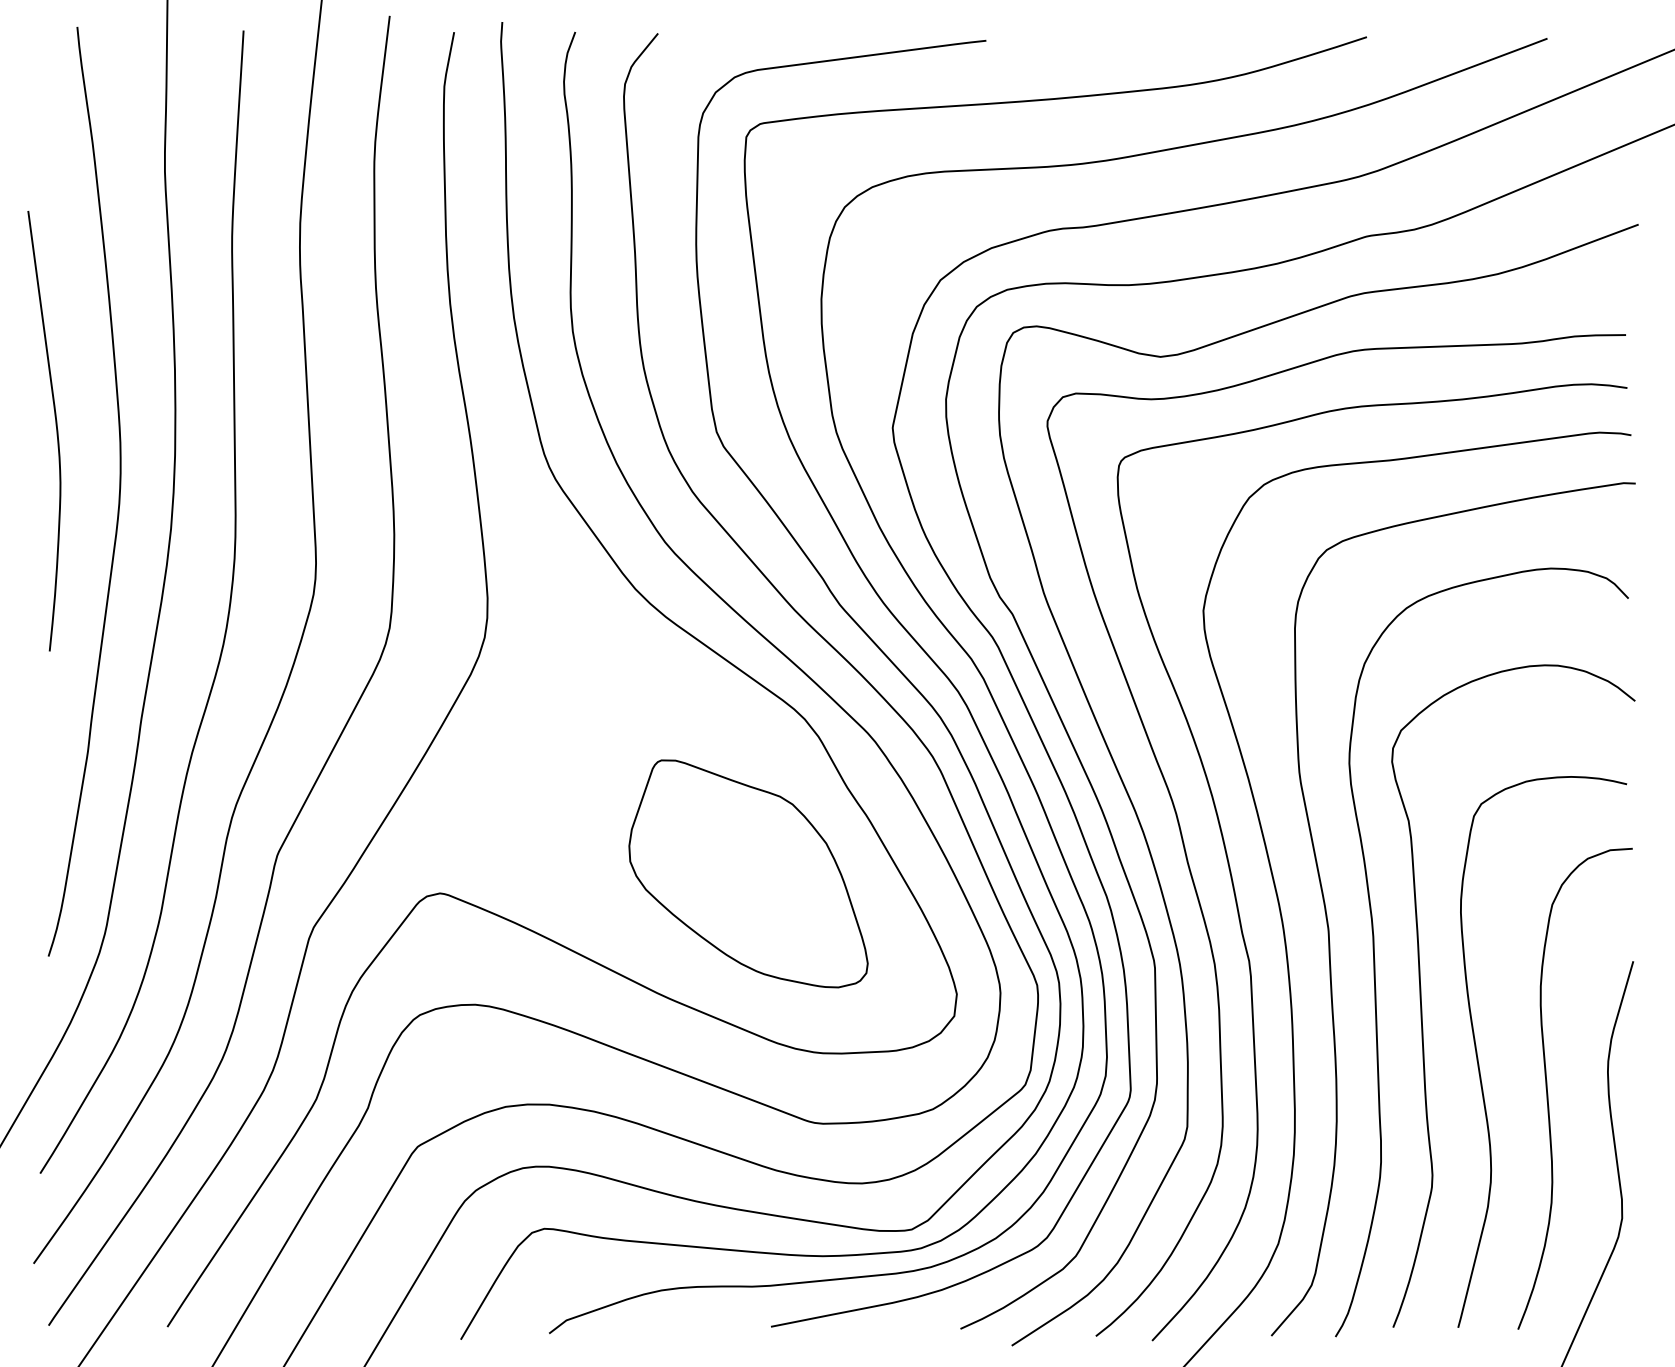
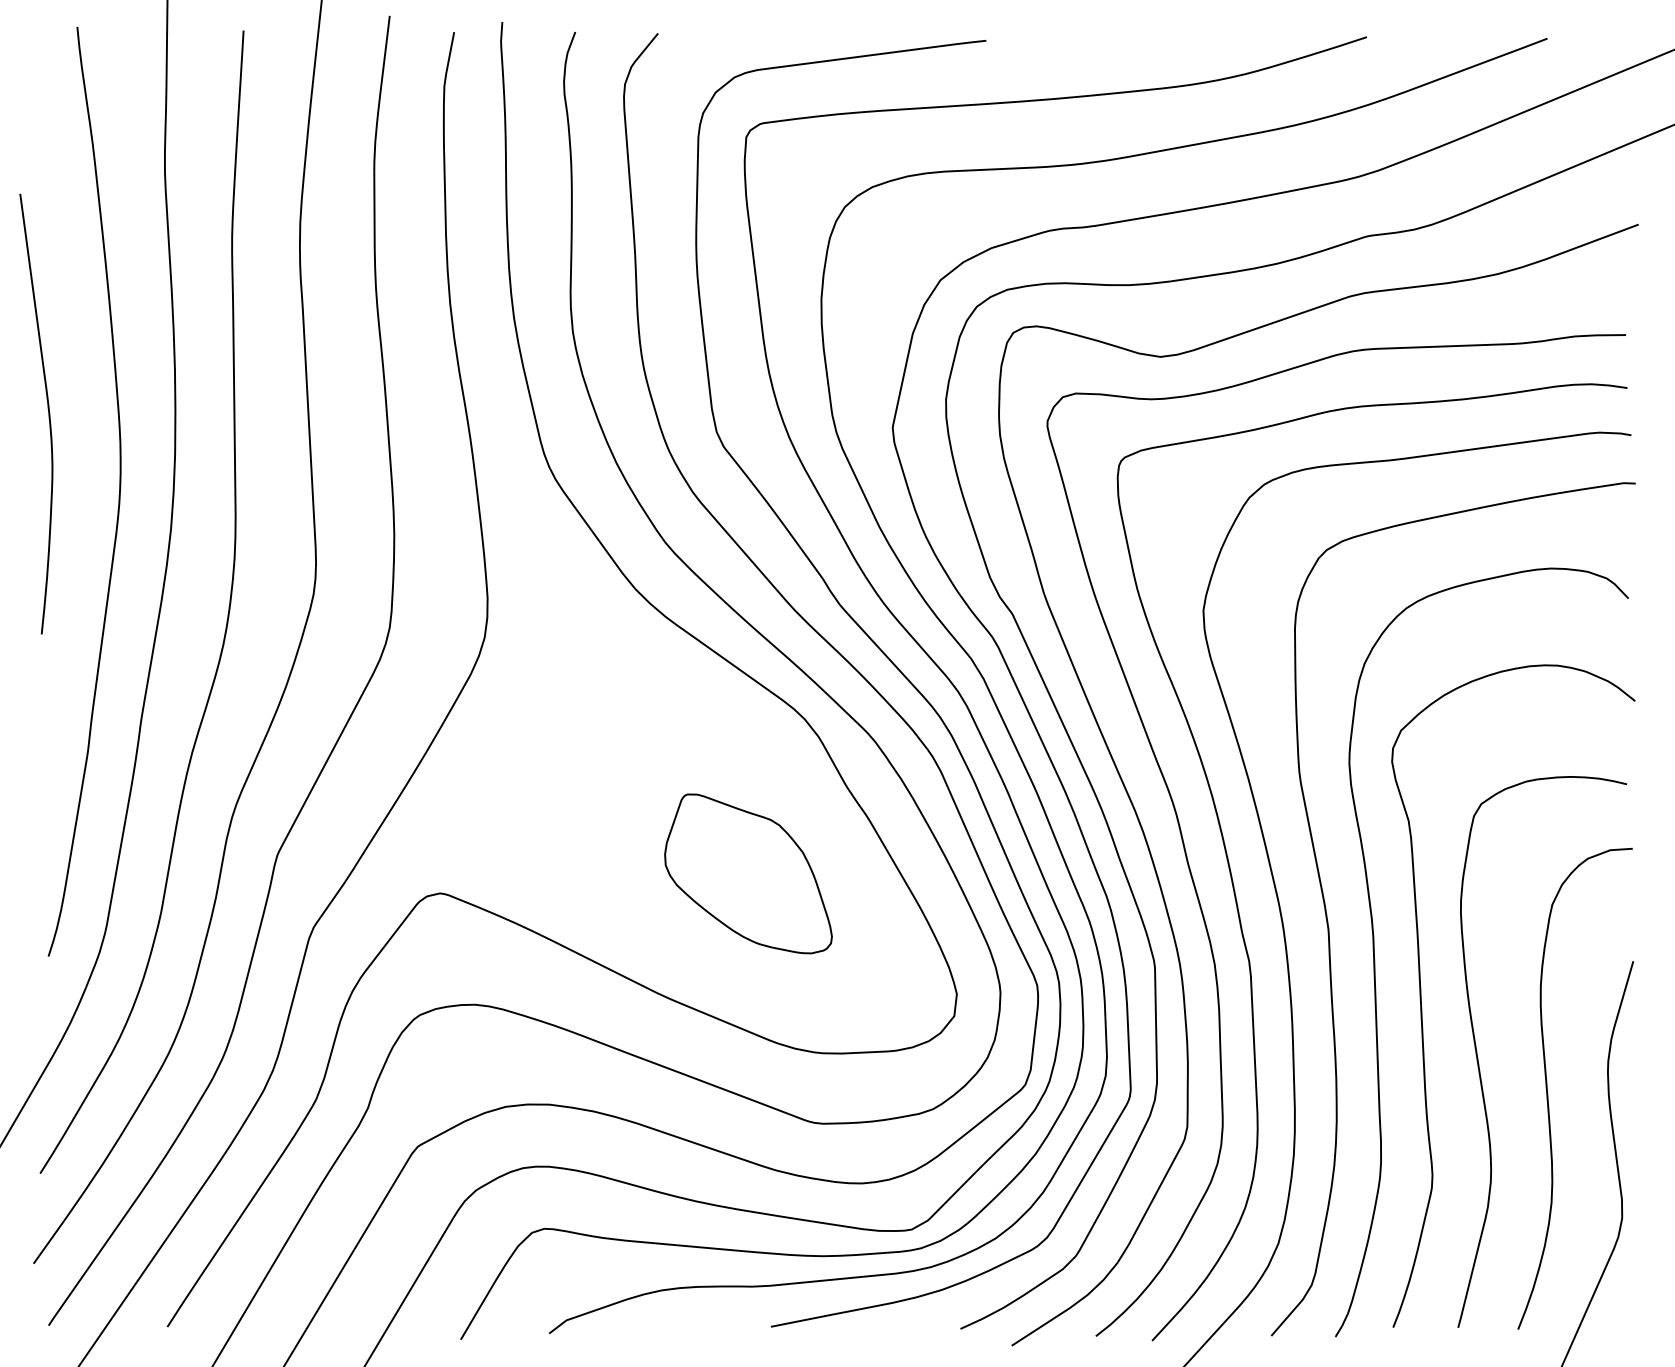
curve at (56, 431) position: (56, 431) -> (48, 414)
part at (748, 873) size: 241x230 px -> 169x162 px
